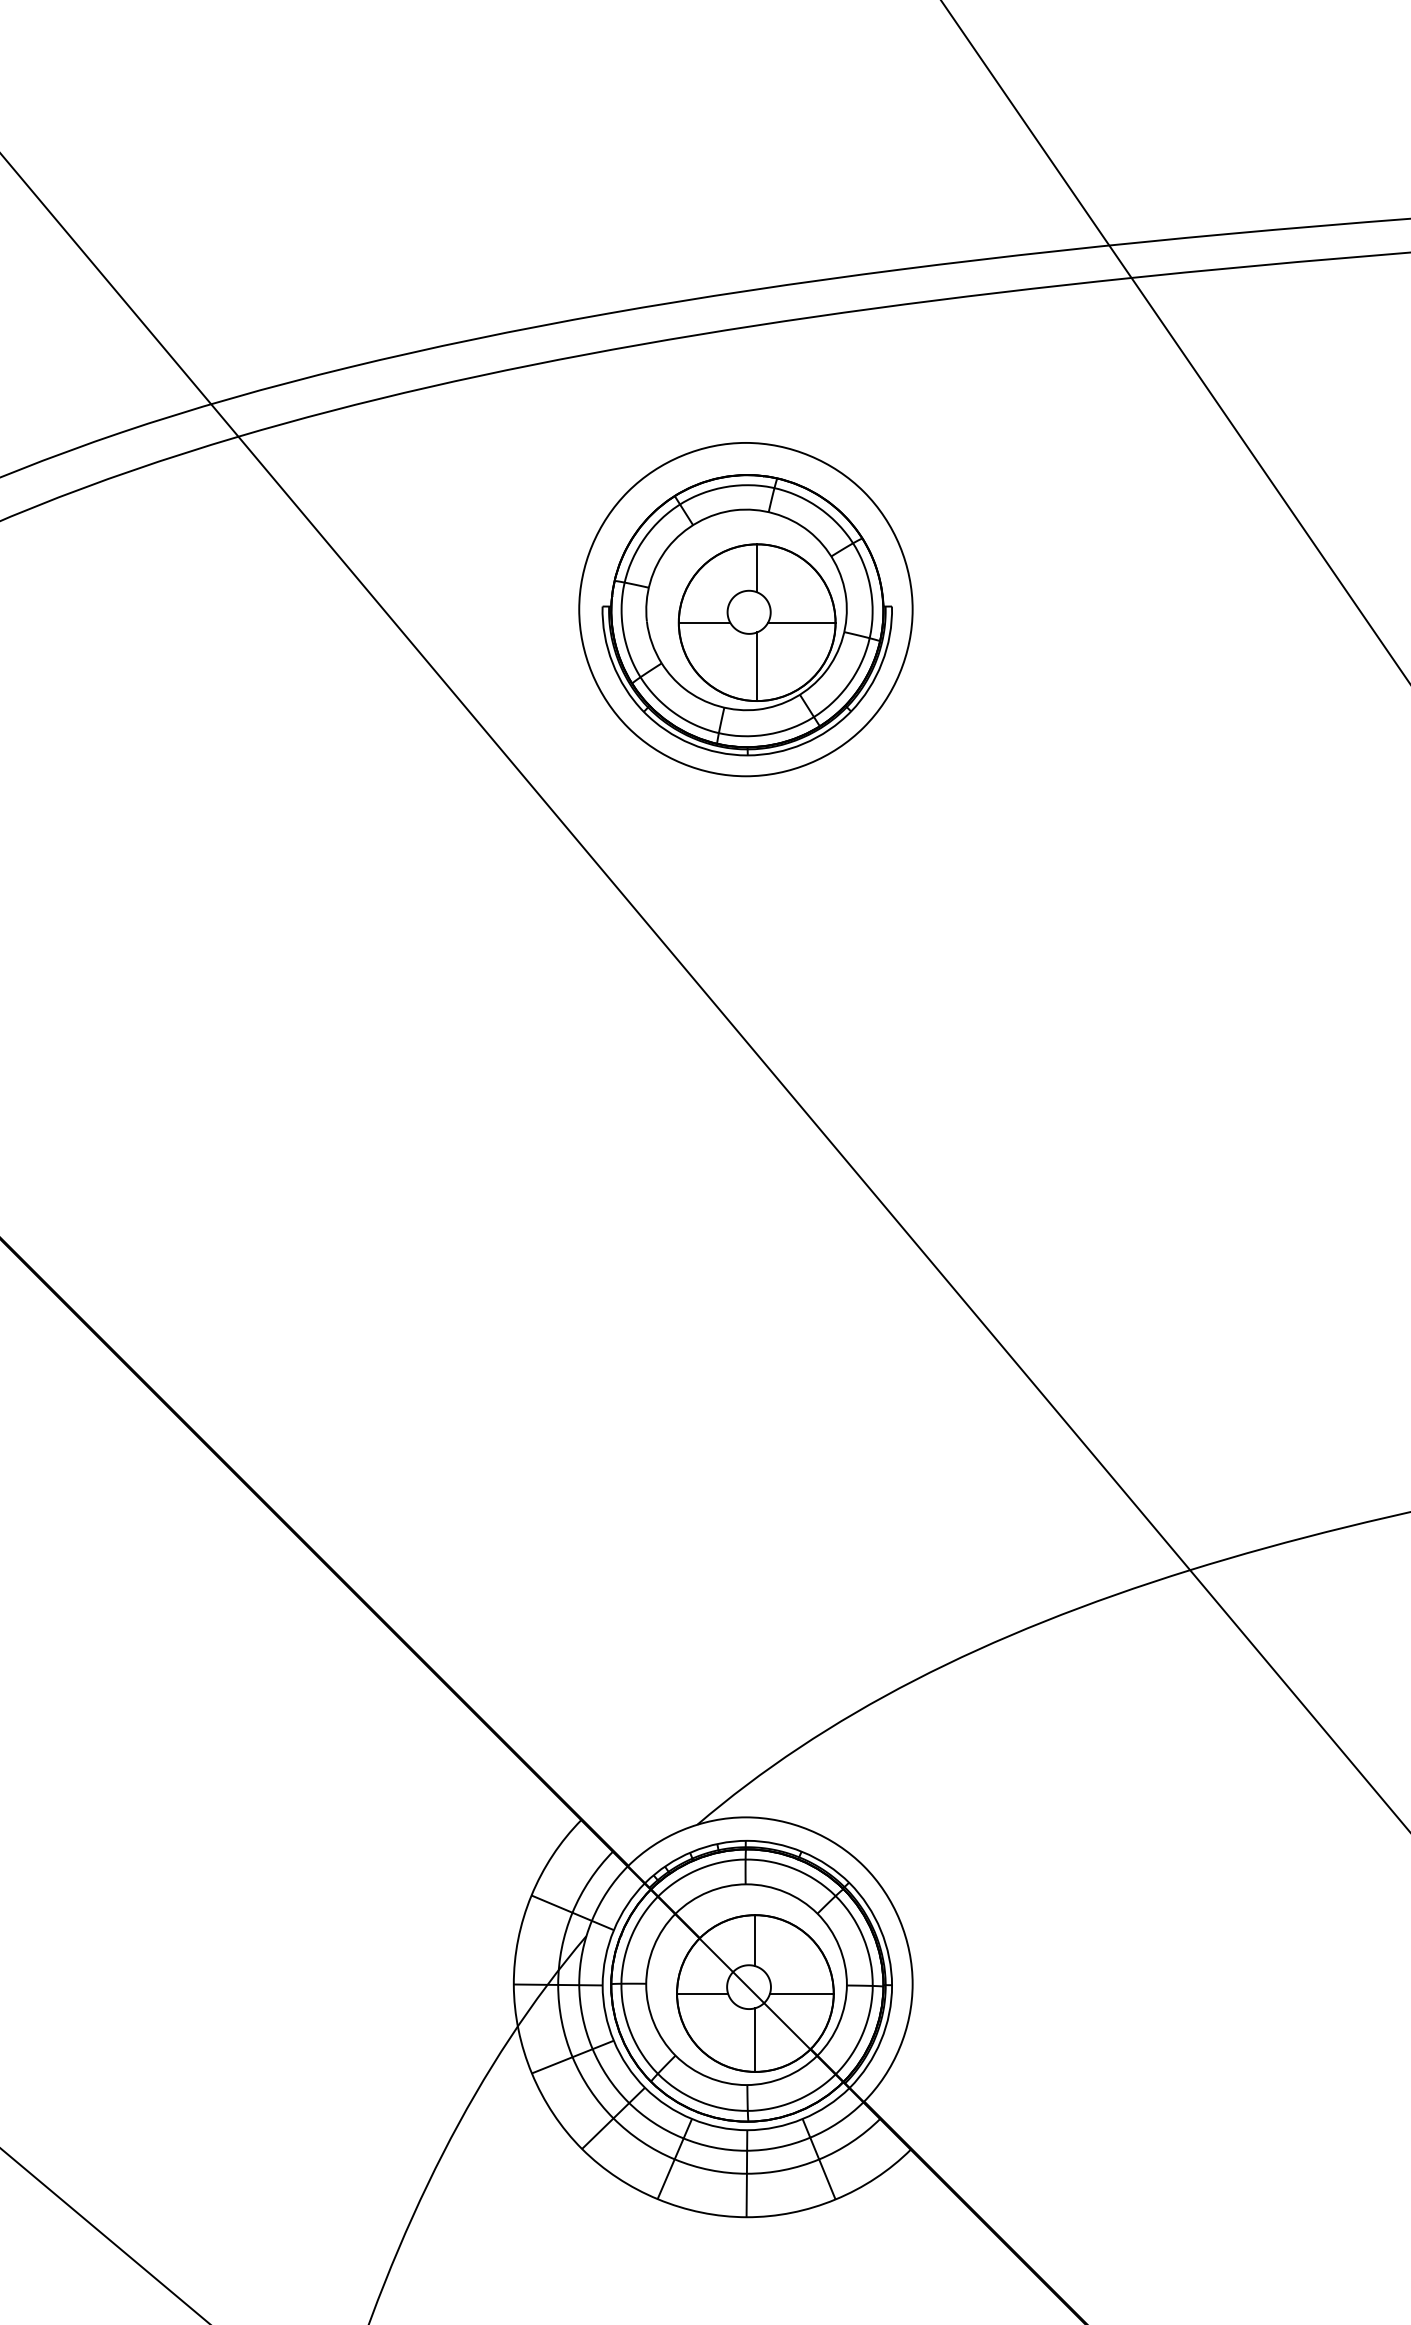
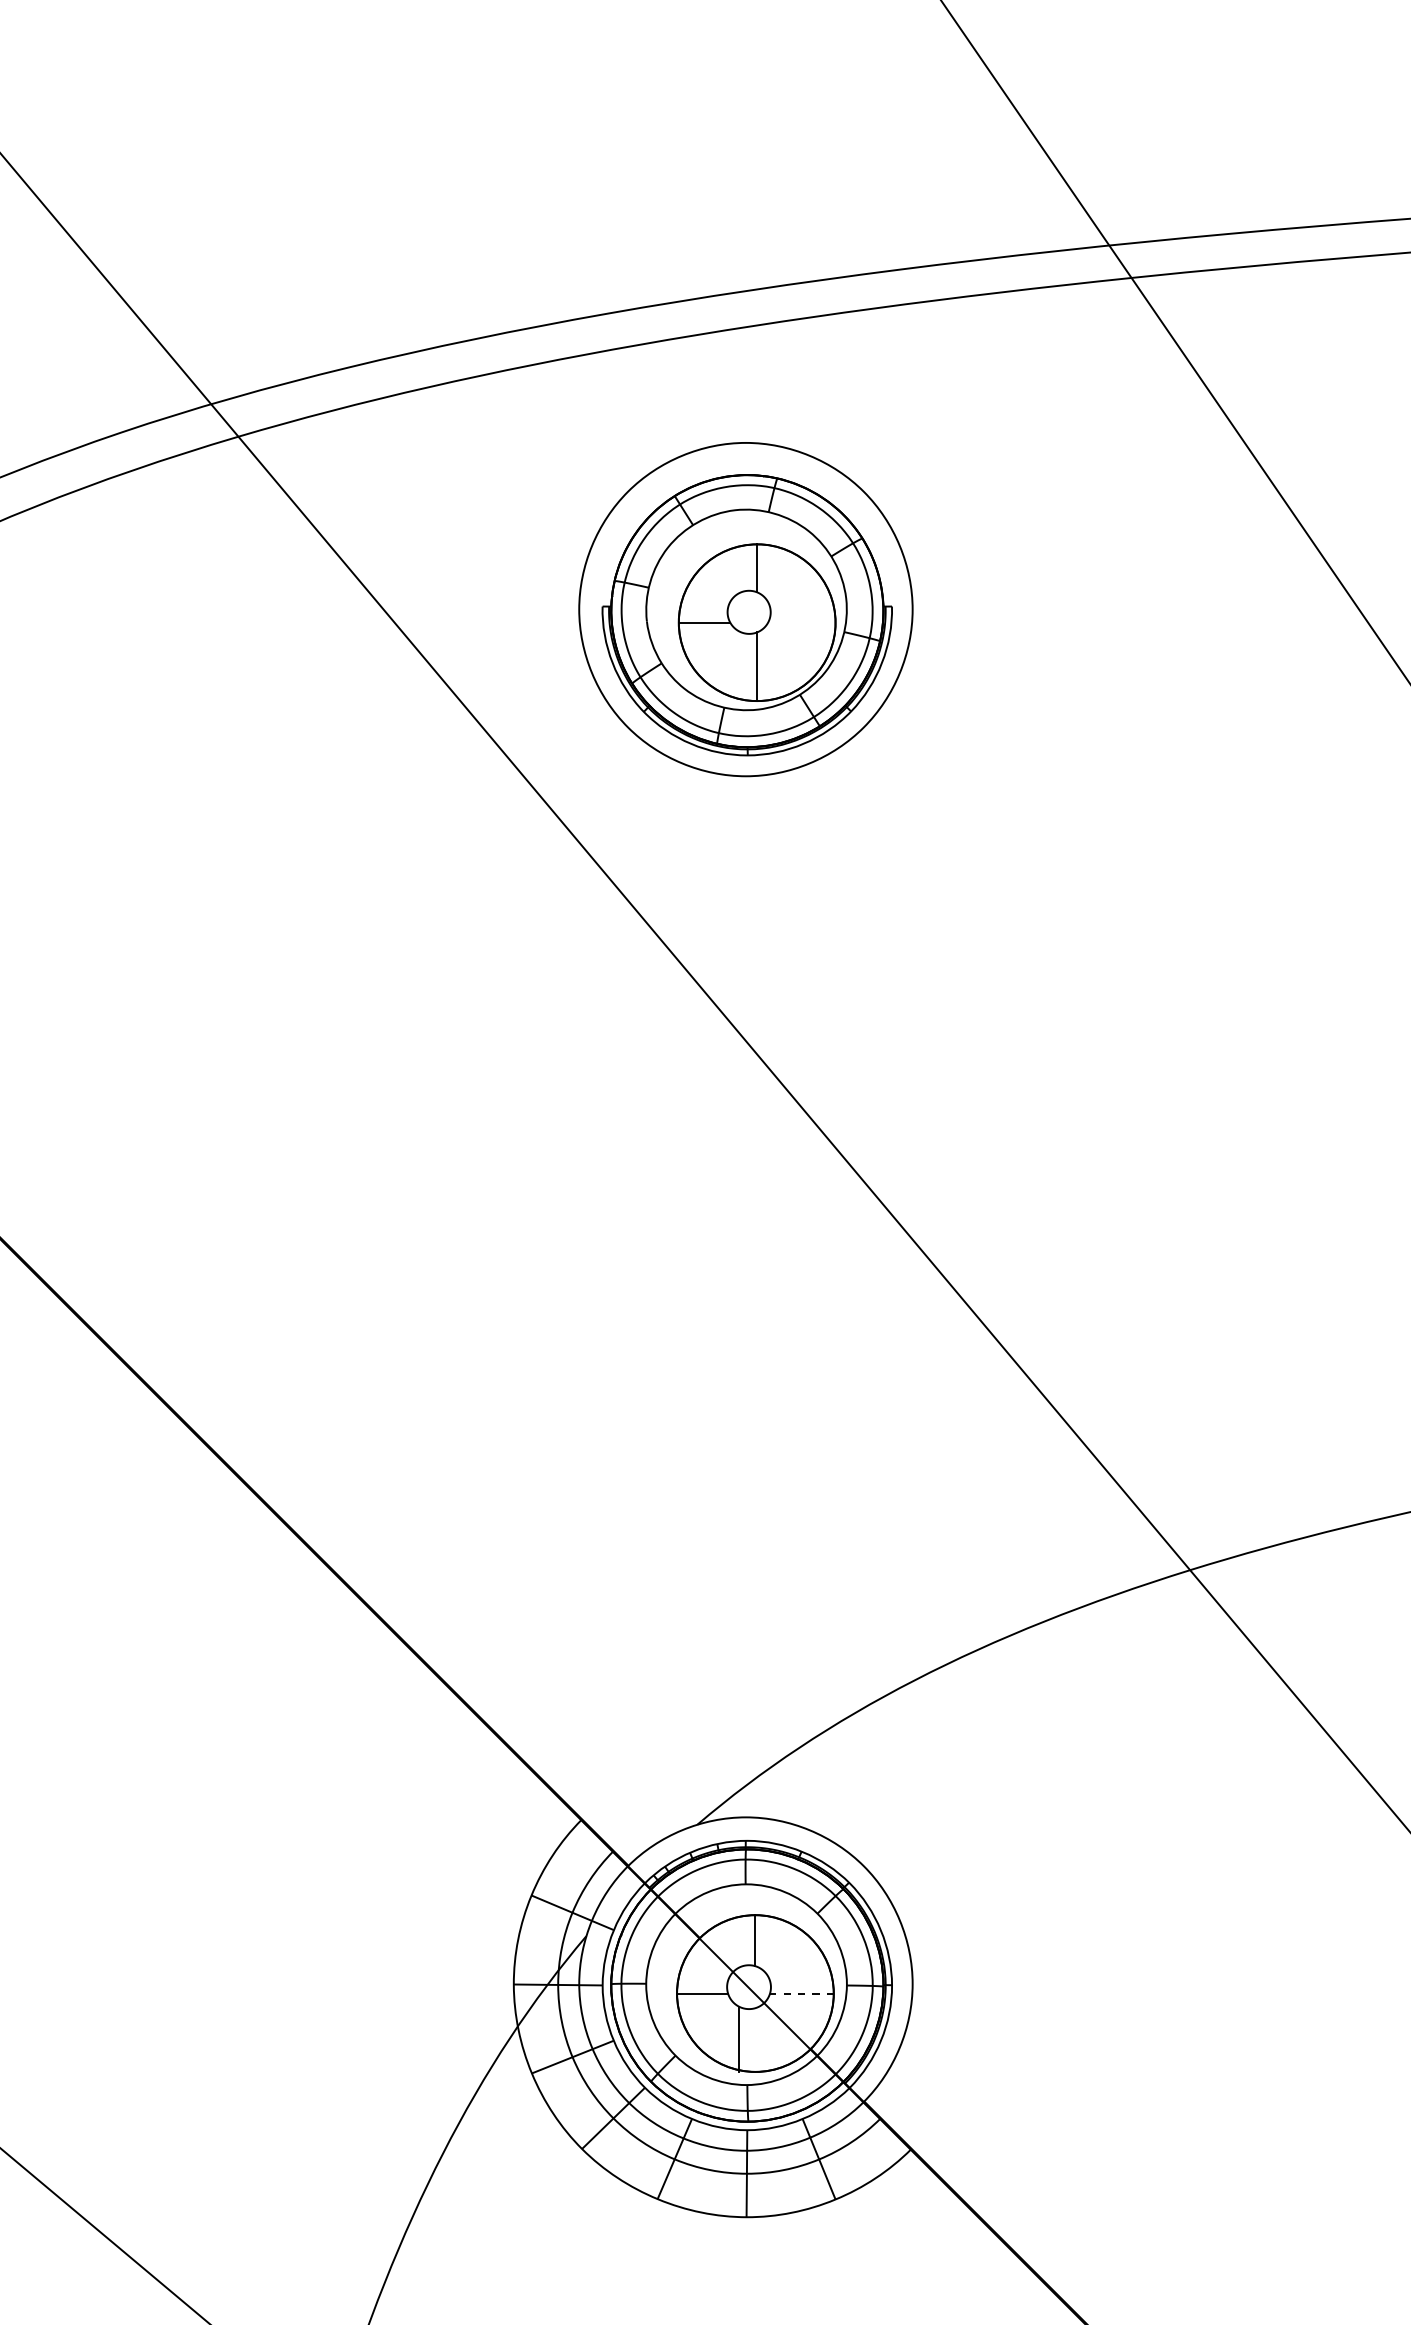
line at (801, 622): present -> none
line at (801, 1993): solid -> dashed
line at (755, 2039) position: (755, 2039) -> (739, 2039)
